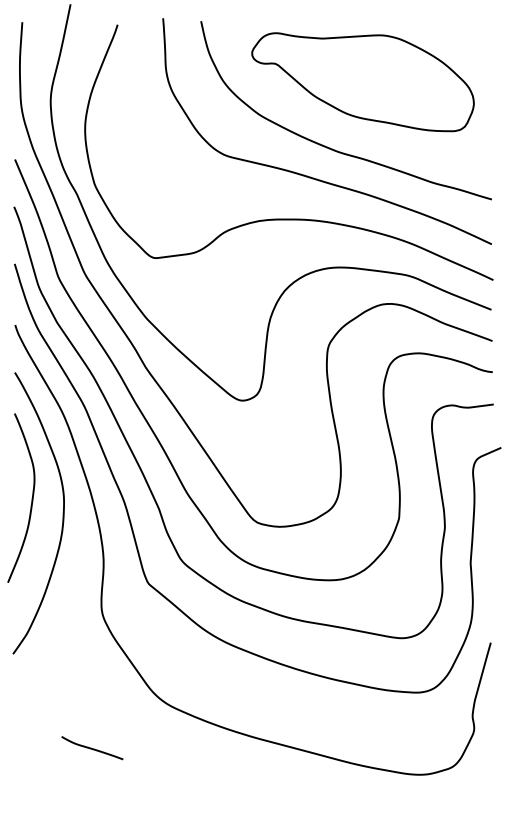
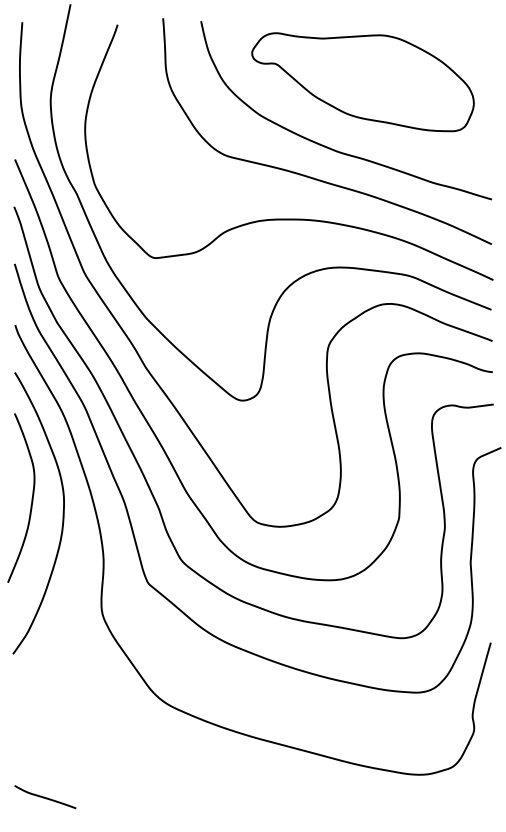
curve at (92, 748) position: (92, 748) -> (45, 797)
